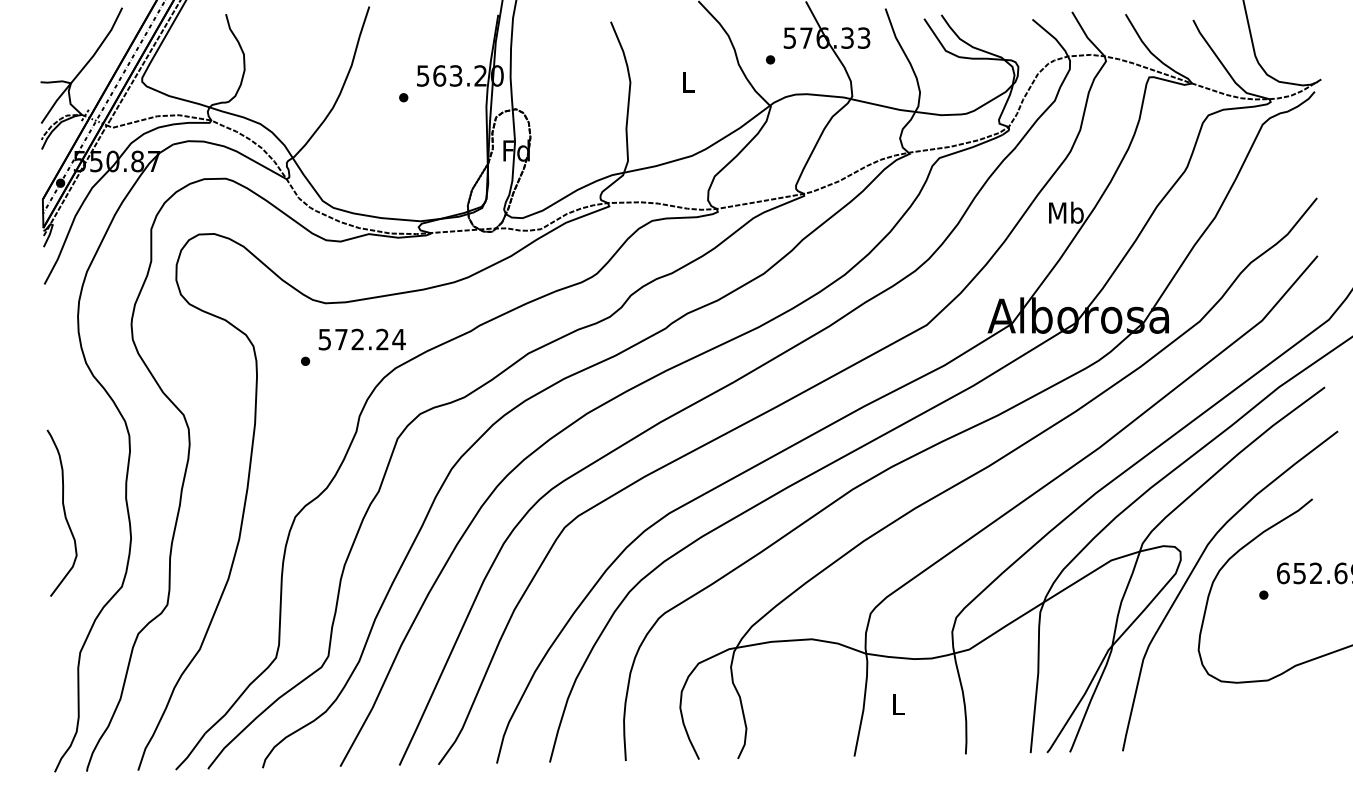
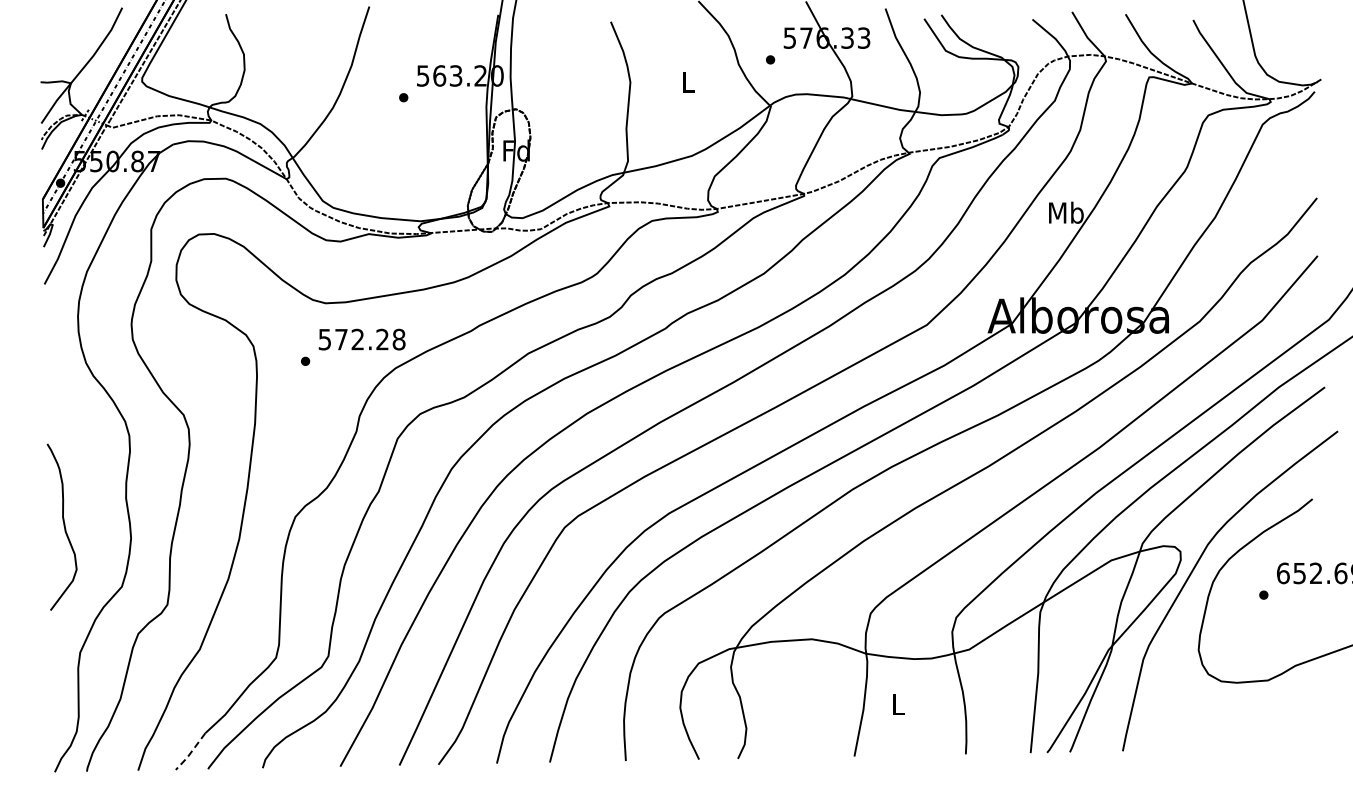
text at (398, 339): 572.24 -> 572.28
curve at (63, 512) position: (63, 512) -> (63, 526)
line at (190, 752): solid -> dashed
